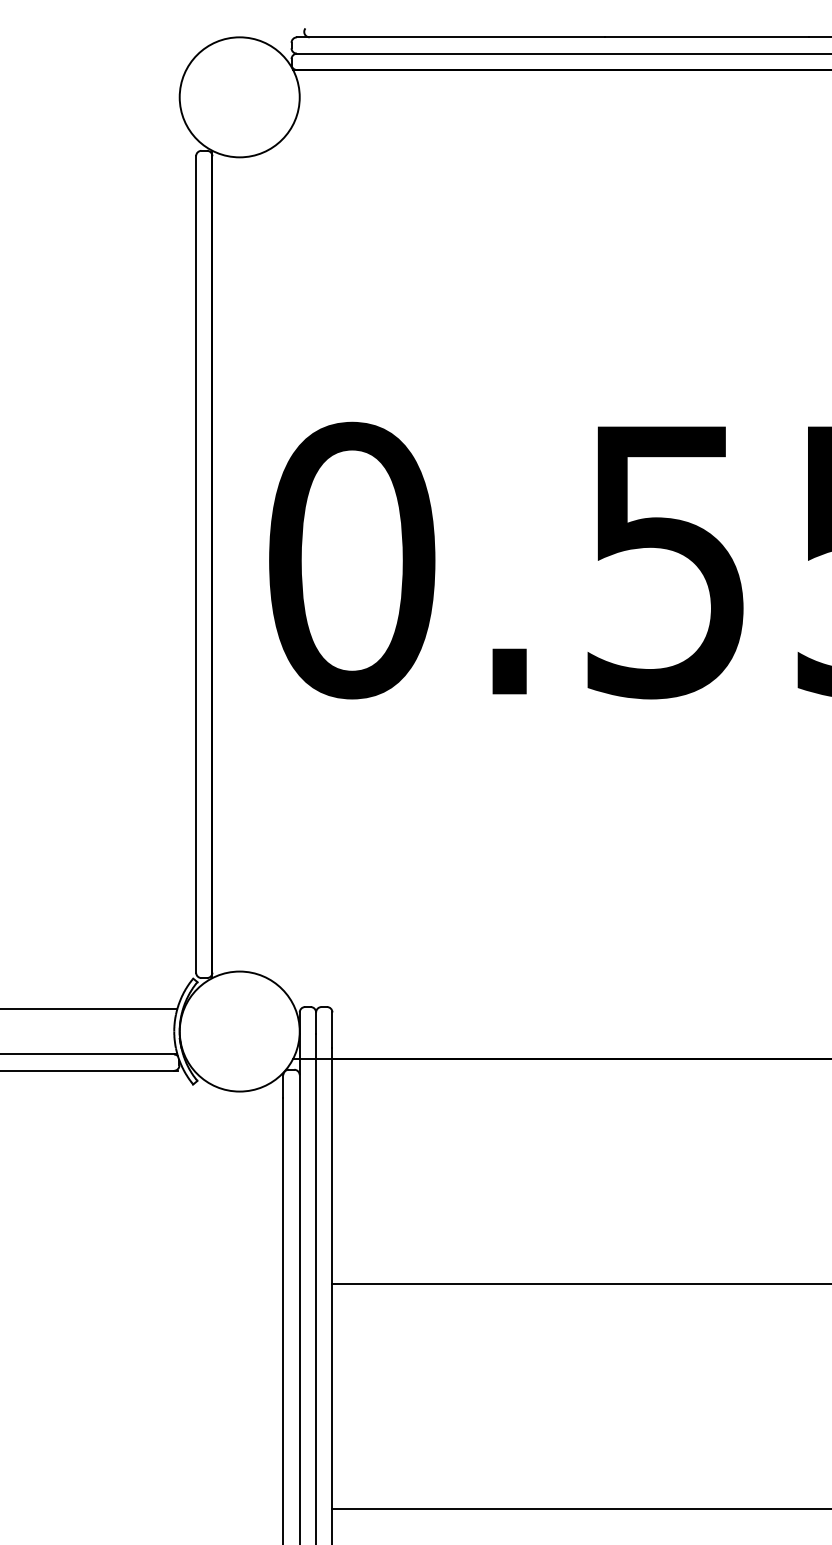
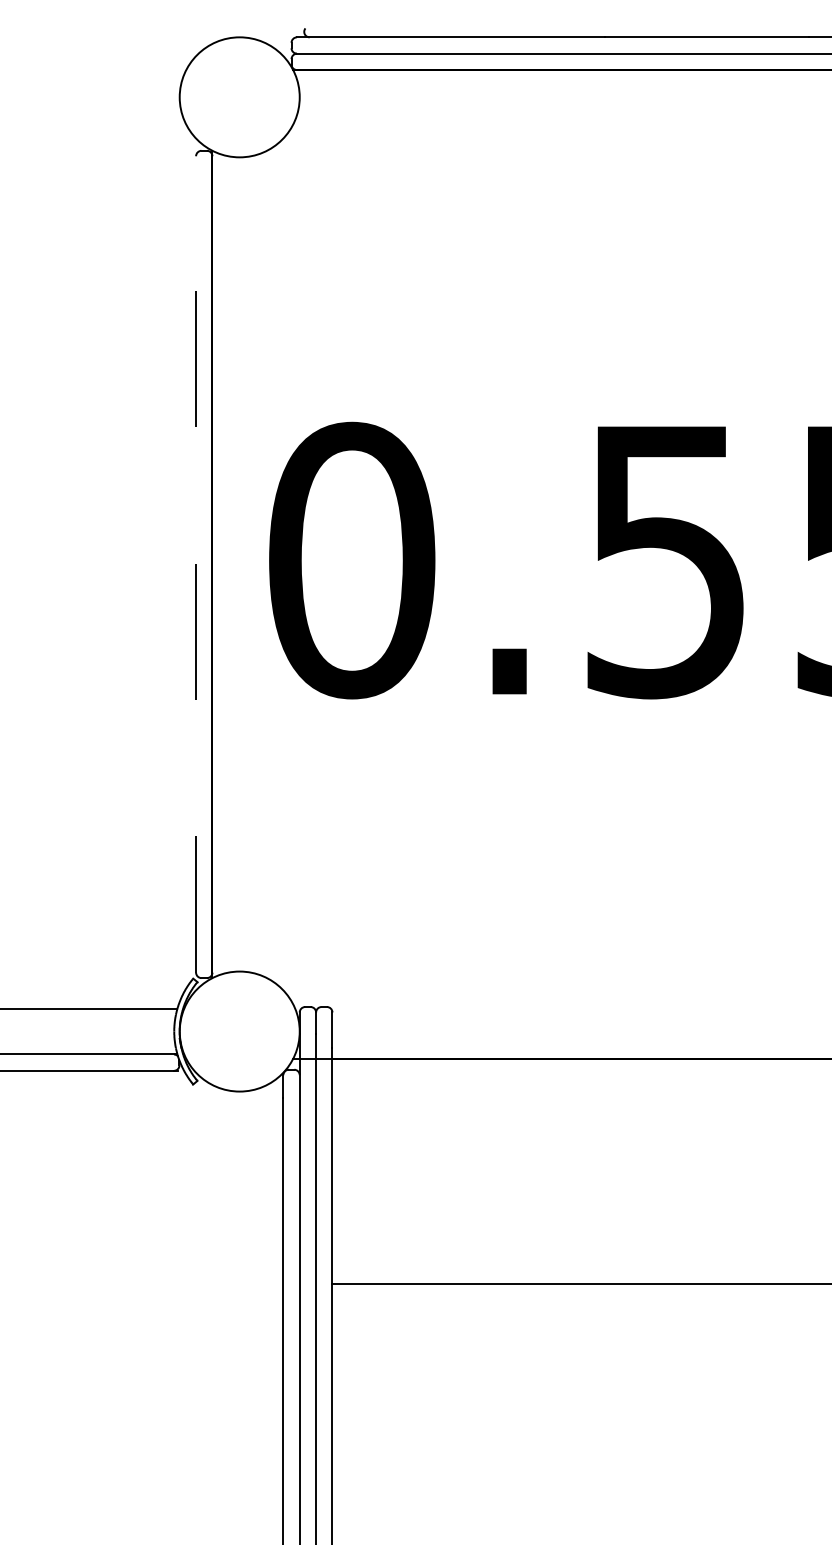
line at (196, 563): solid -> dashed
line at (580, 1508): present -> none
